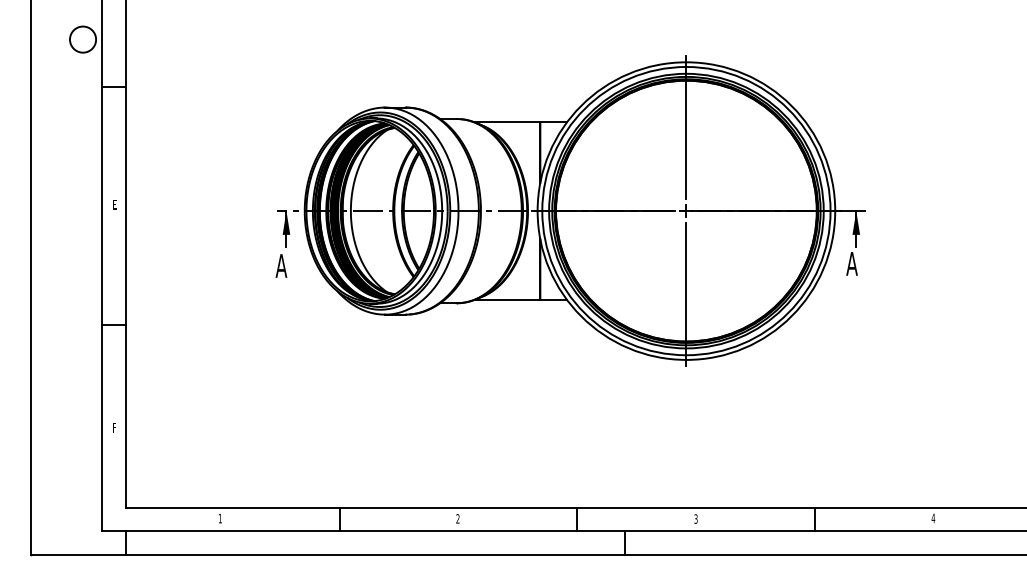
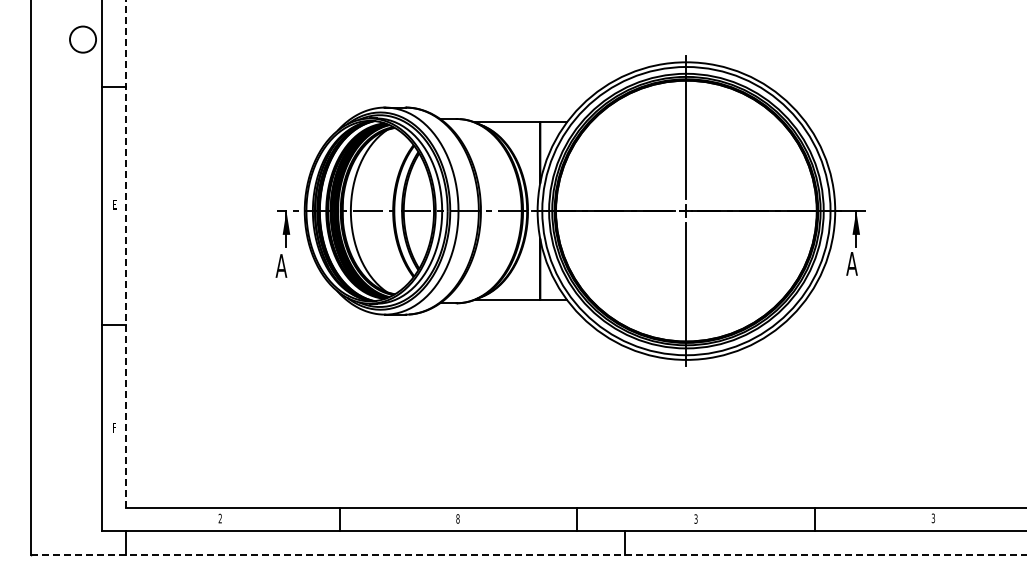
line at (125, 254): solid -> dashed
text at (219, 518): 1 -> 2
text at (457, 518): 2 -> 8
text at (933, 518): 4 -> 3
line at (528, 555): solid -> dashed
